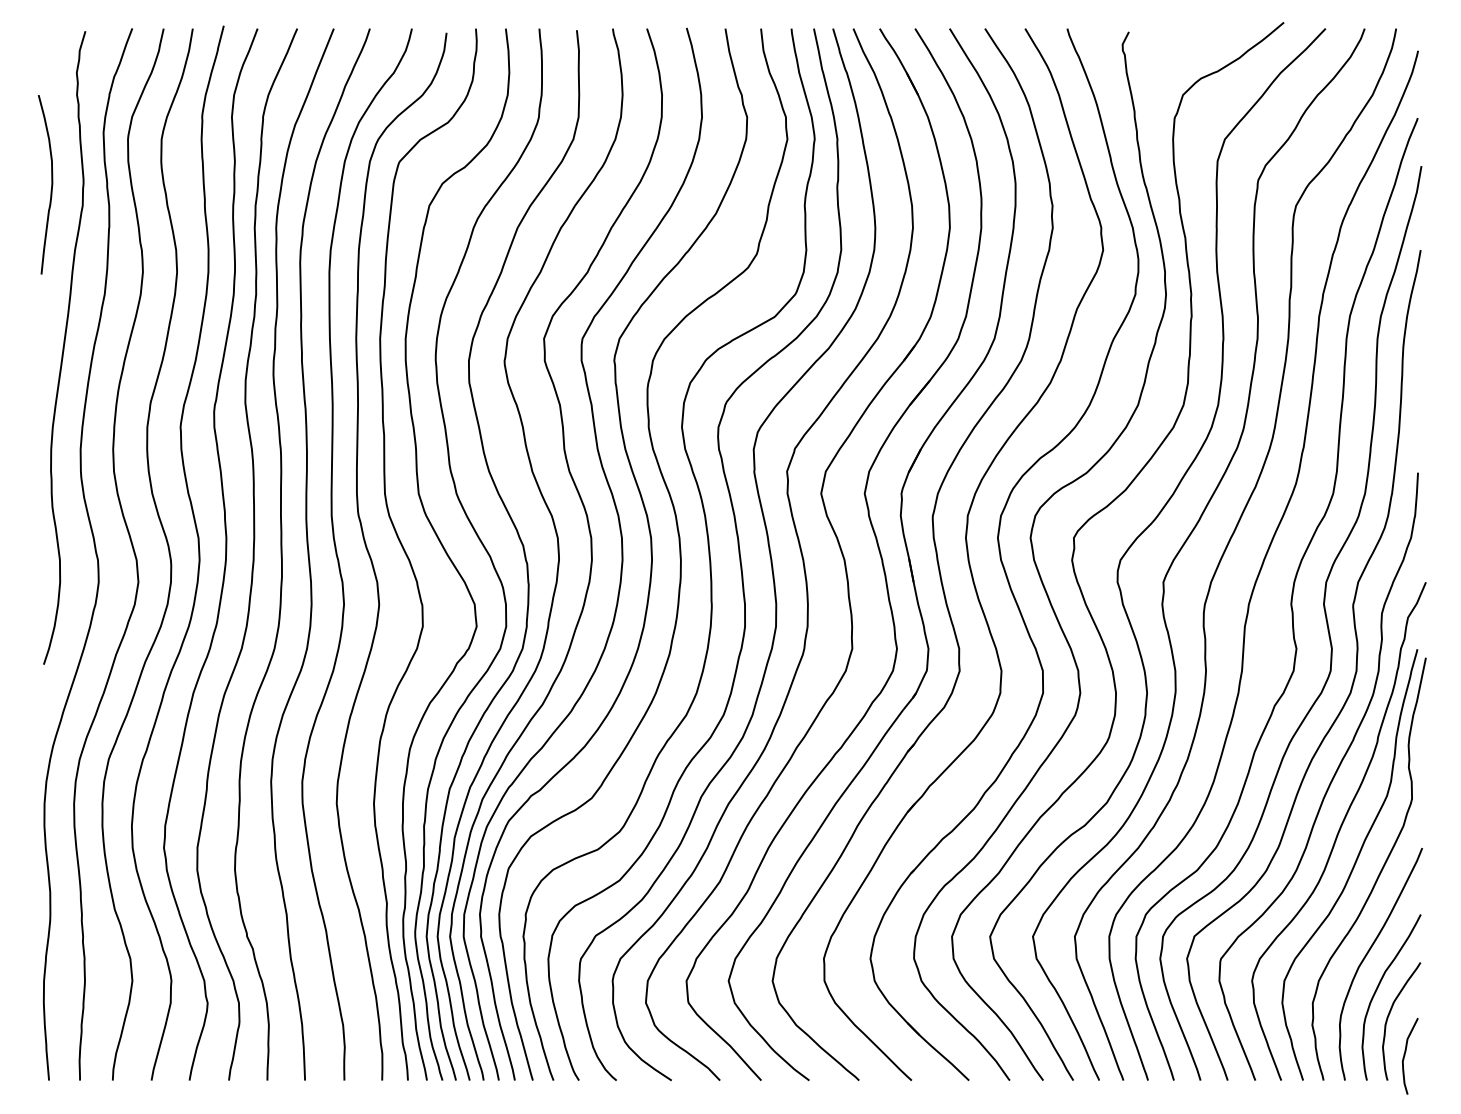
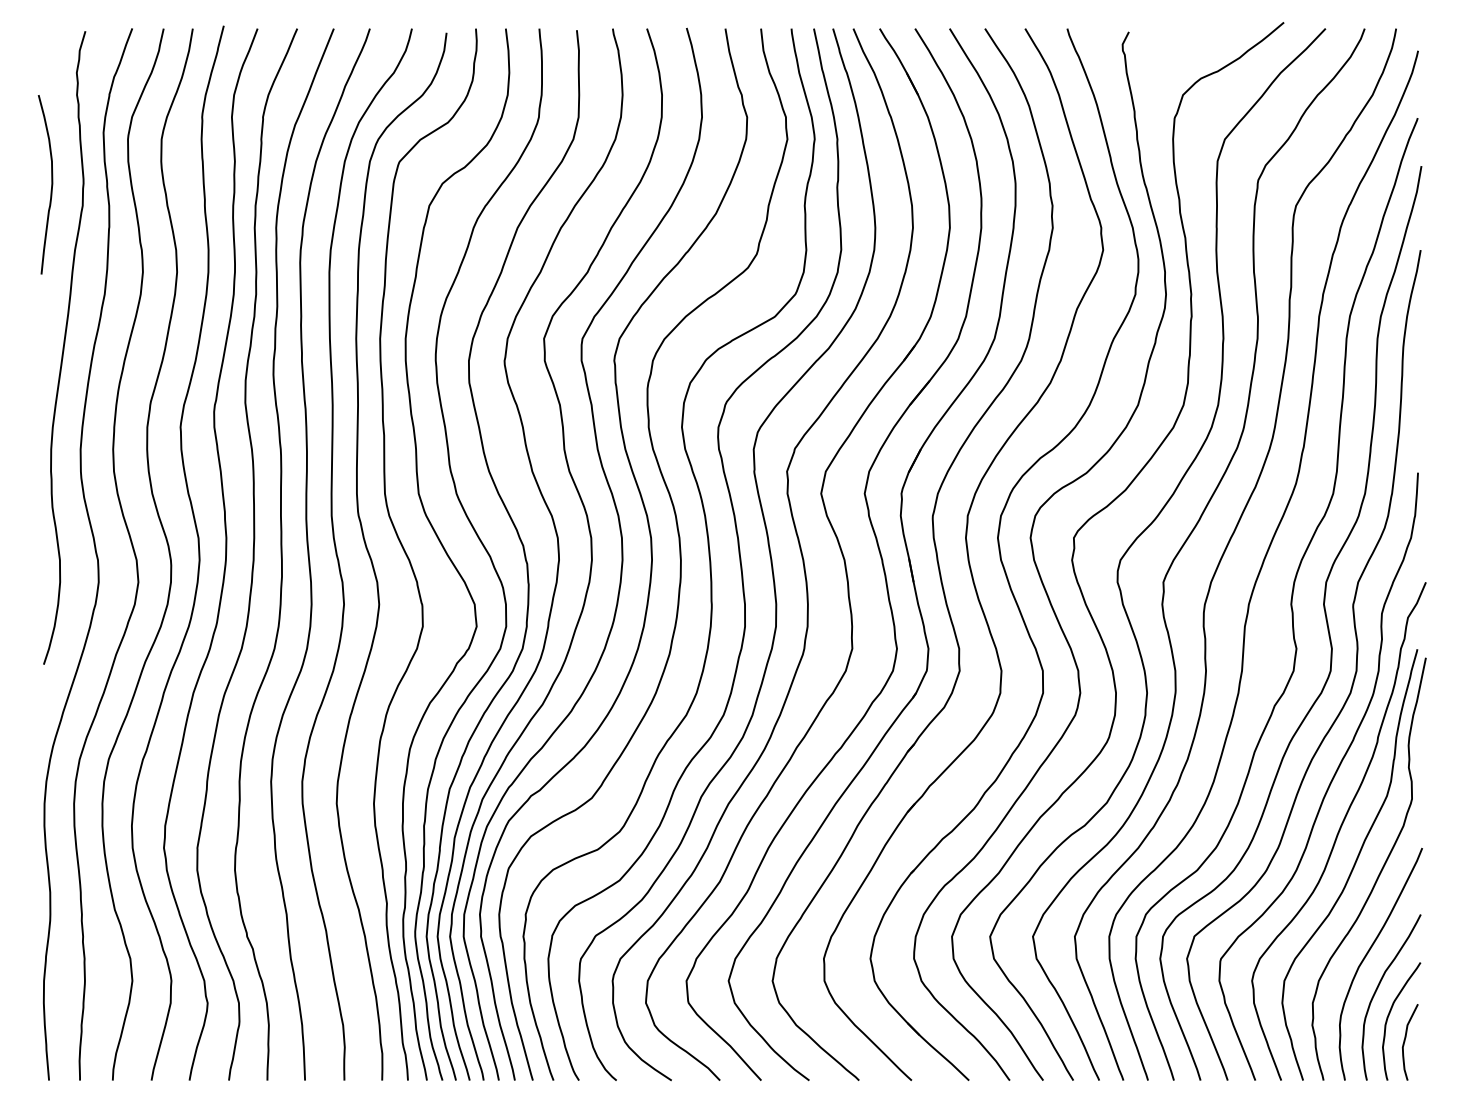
curve at (1405, 1055) position: (1405, 1055) -> (1405, 1041)
